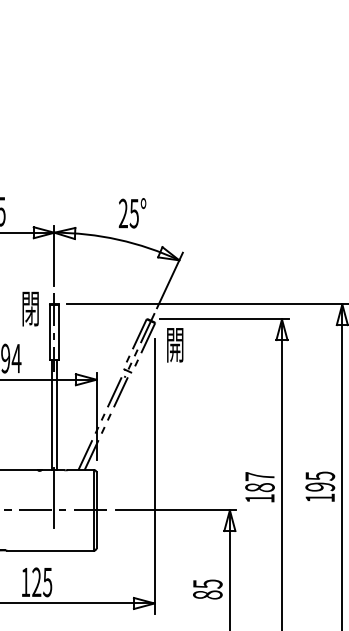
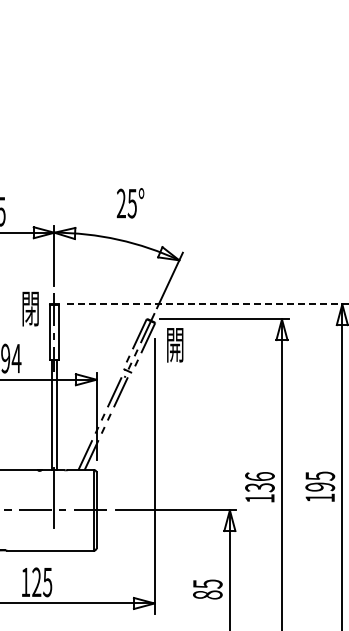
text at (132, 213) position: (132, 213) -> (130, 203)
line at (208, 304): solid -> dashed
text at (259, 482): 187 -> 136
